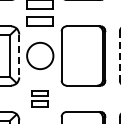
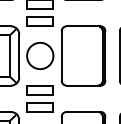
line at (19, 56): dashed -> solid
line at (120, 56): dashed -> solid
part at (39, 98) size: 18x18 px -> 28x28 px
